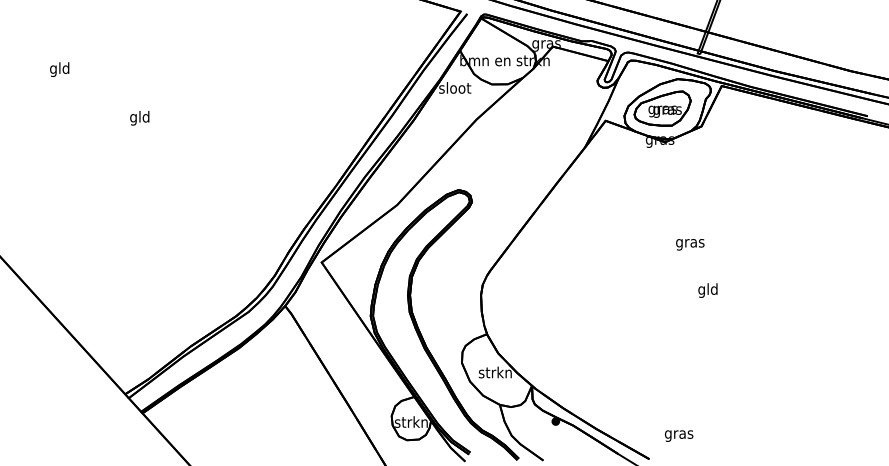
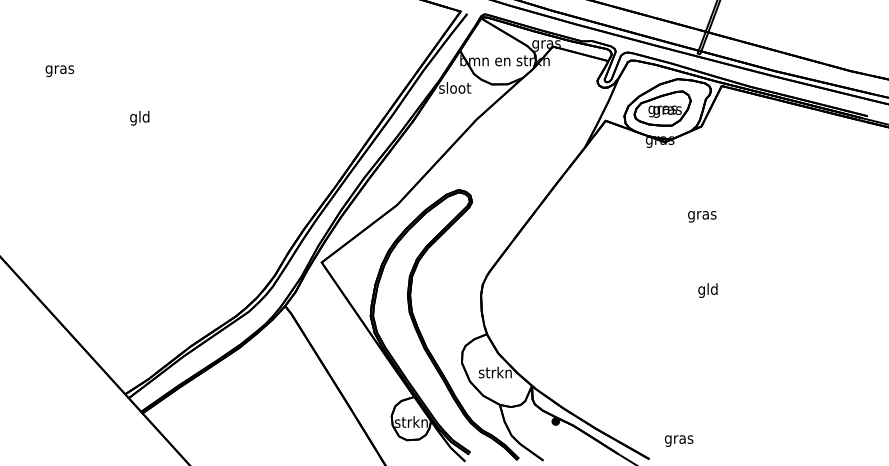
text at (59, 69): gld -> gras
text at (690, 244) position: (690, 244) -> (702, 216)
text at (678, 435) position: (678, 435) -> (678, 440)
